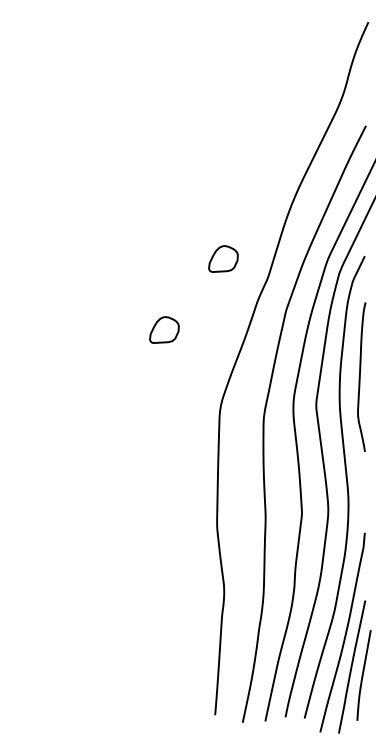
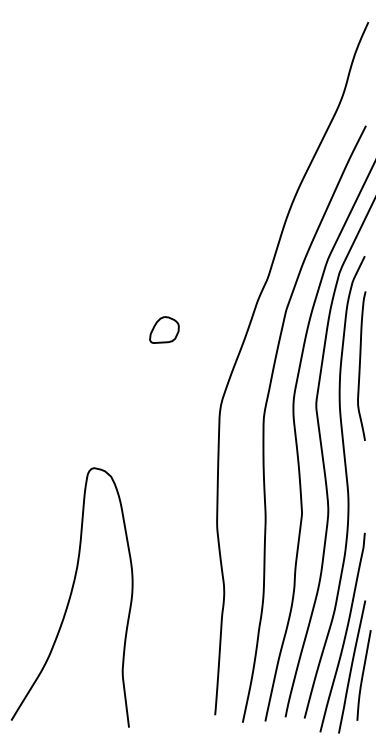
part at (223, 258): present -> none
curve at (360, 376) position: (360, 376) -> (360, 365)
curve at (71, 596): none -> present
